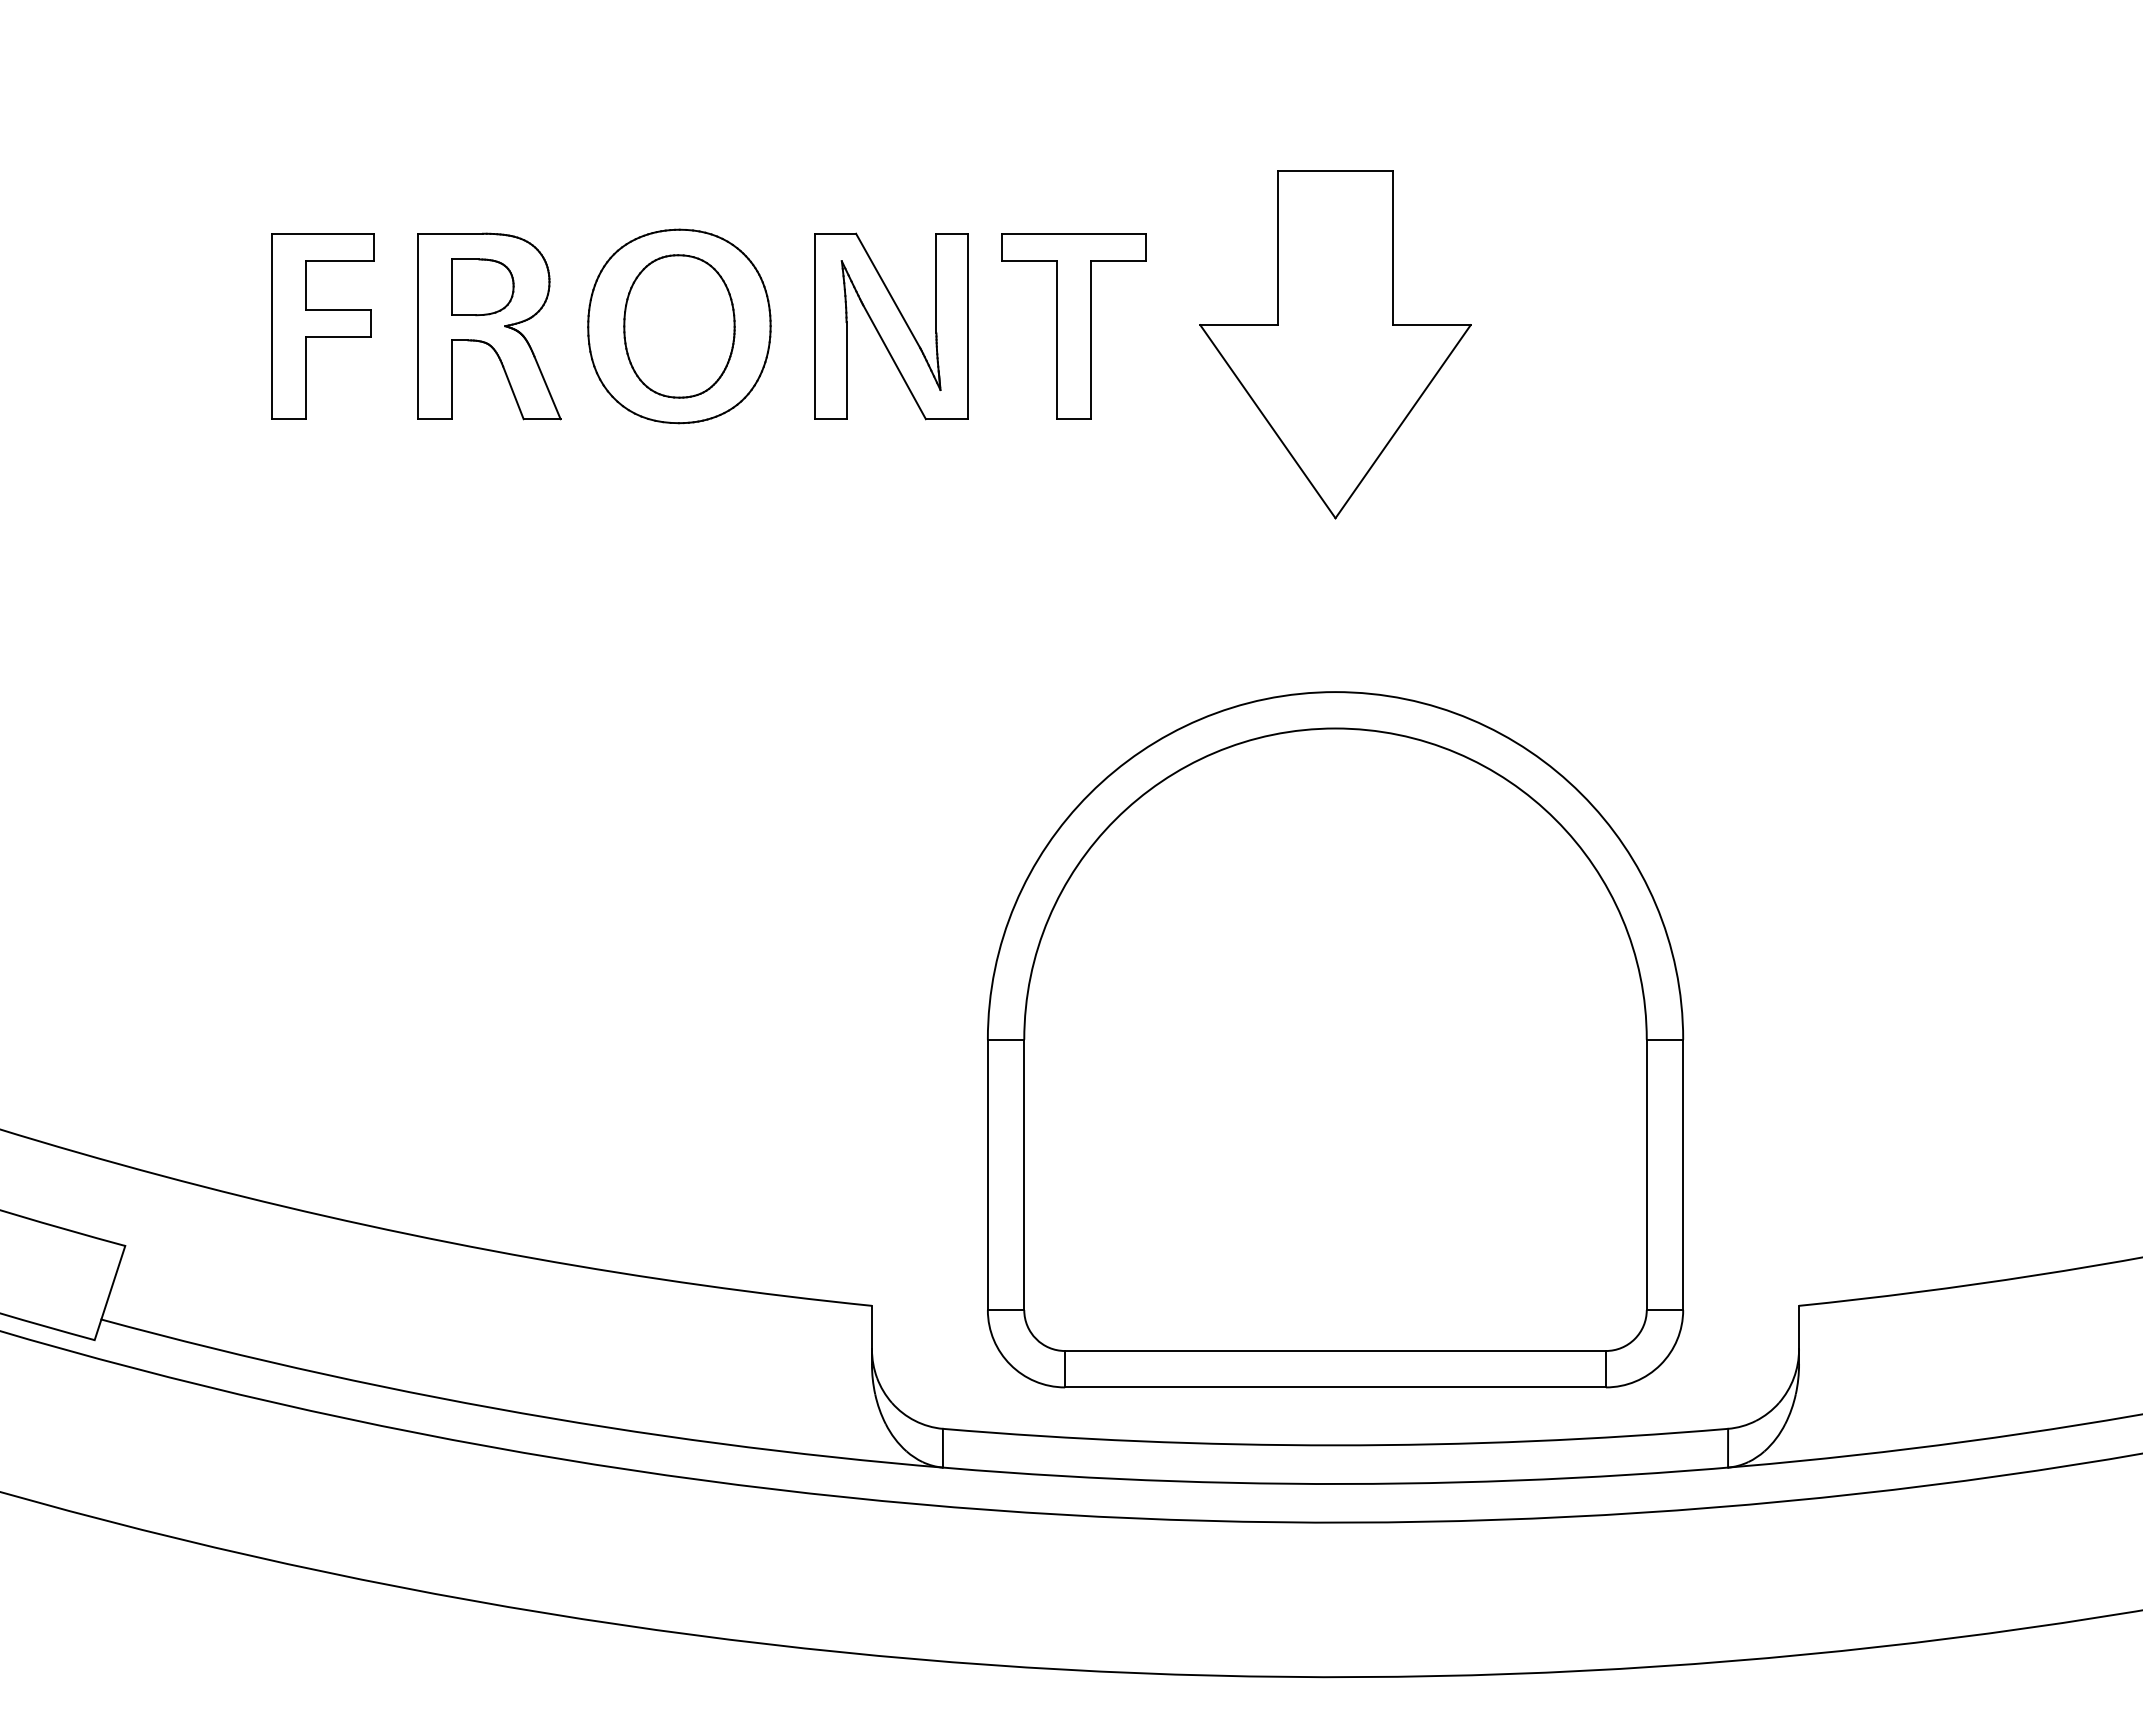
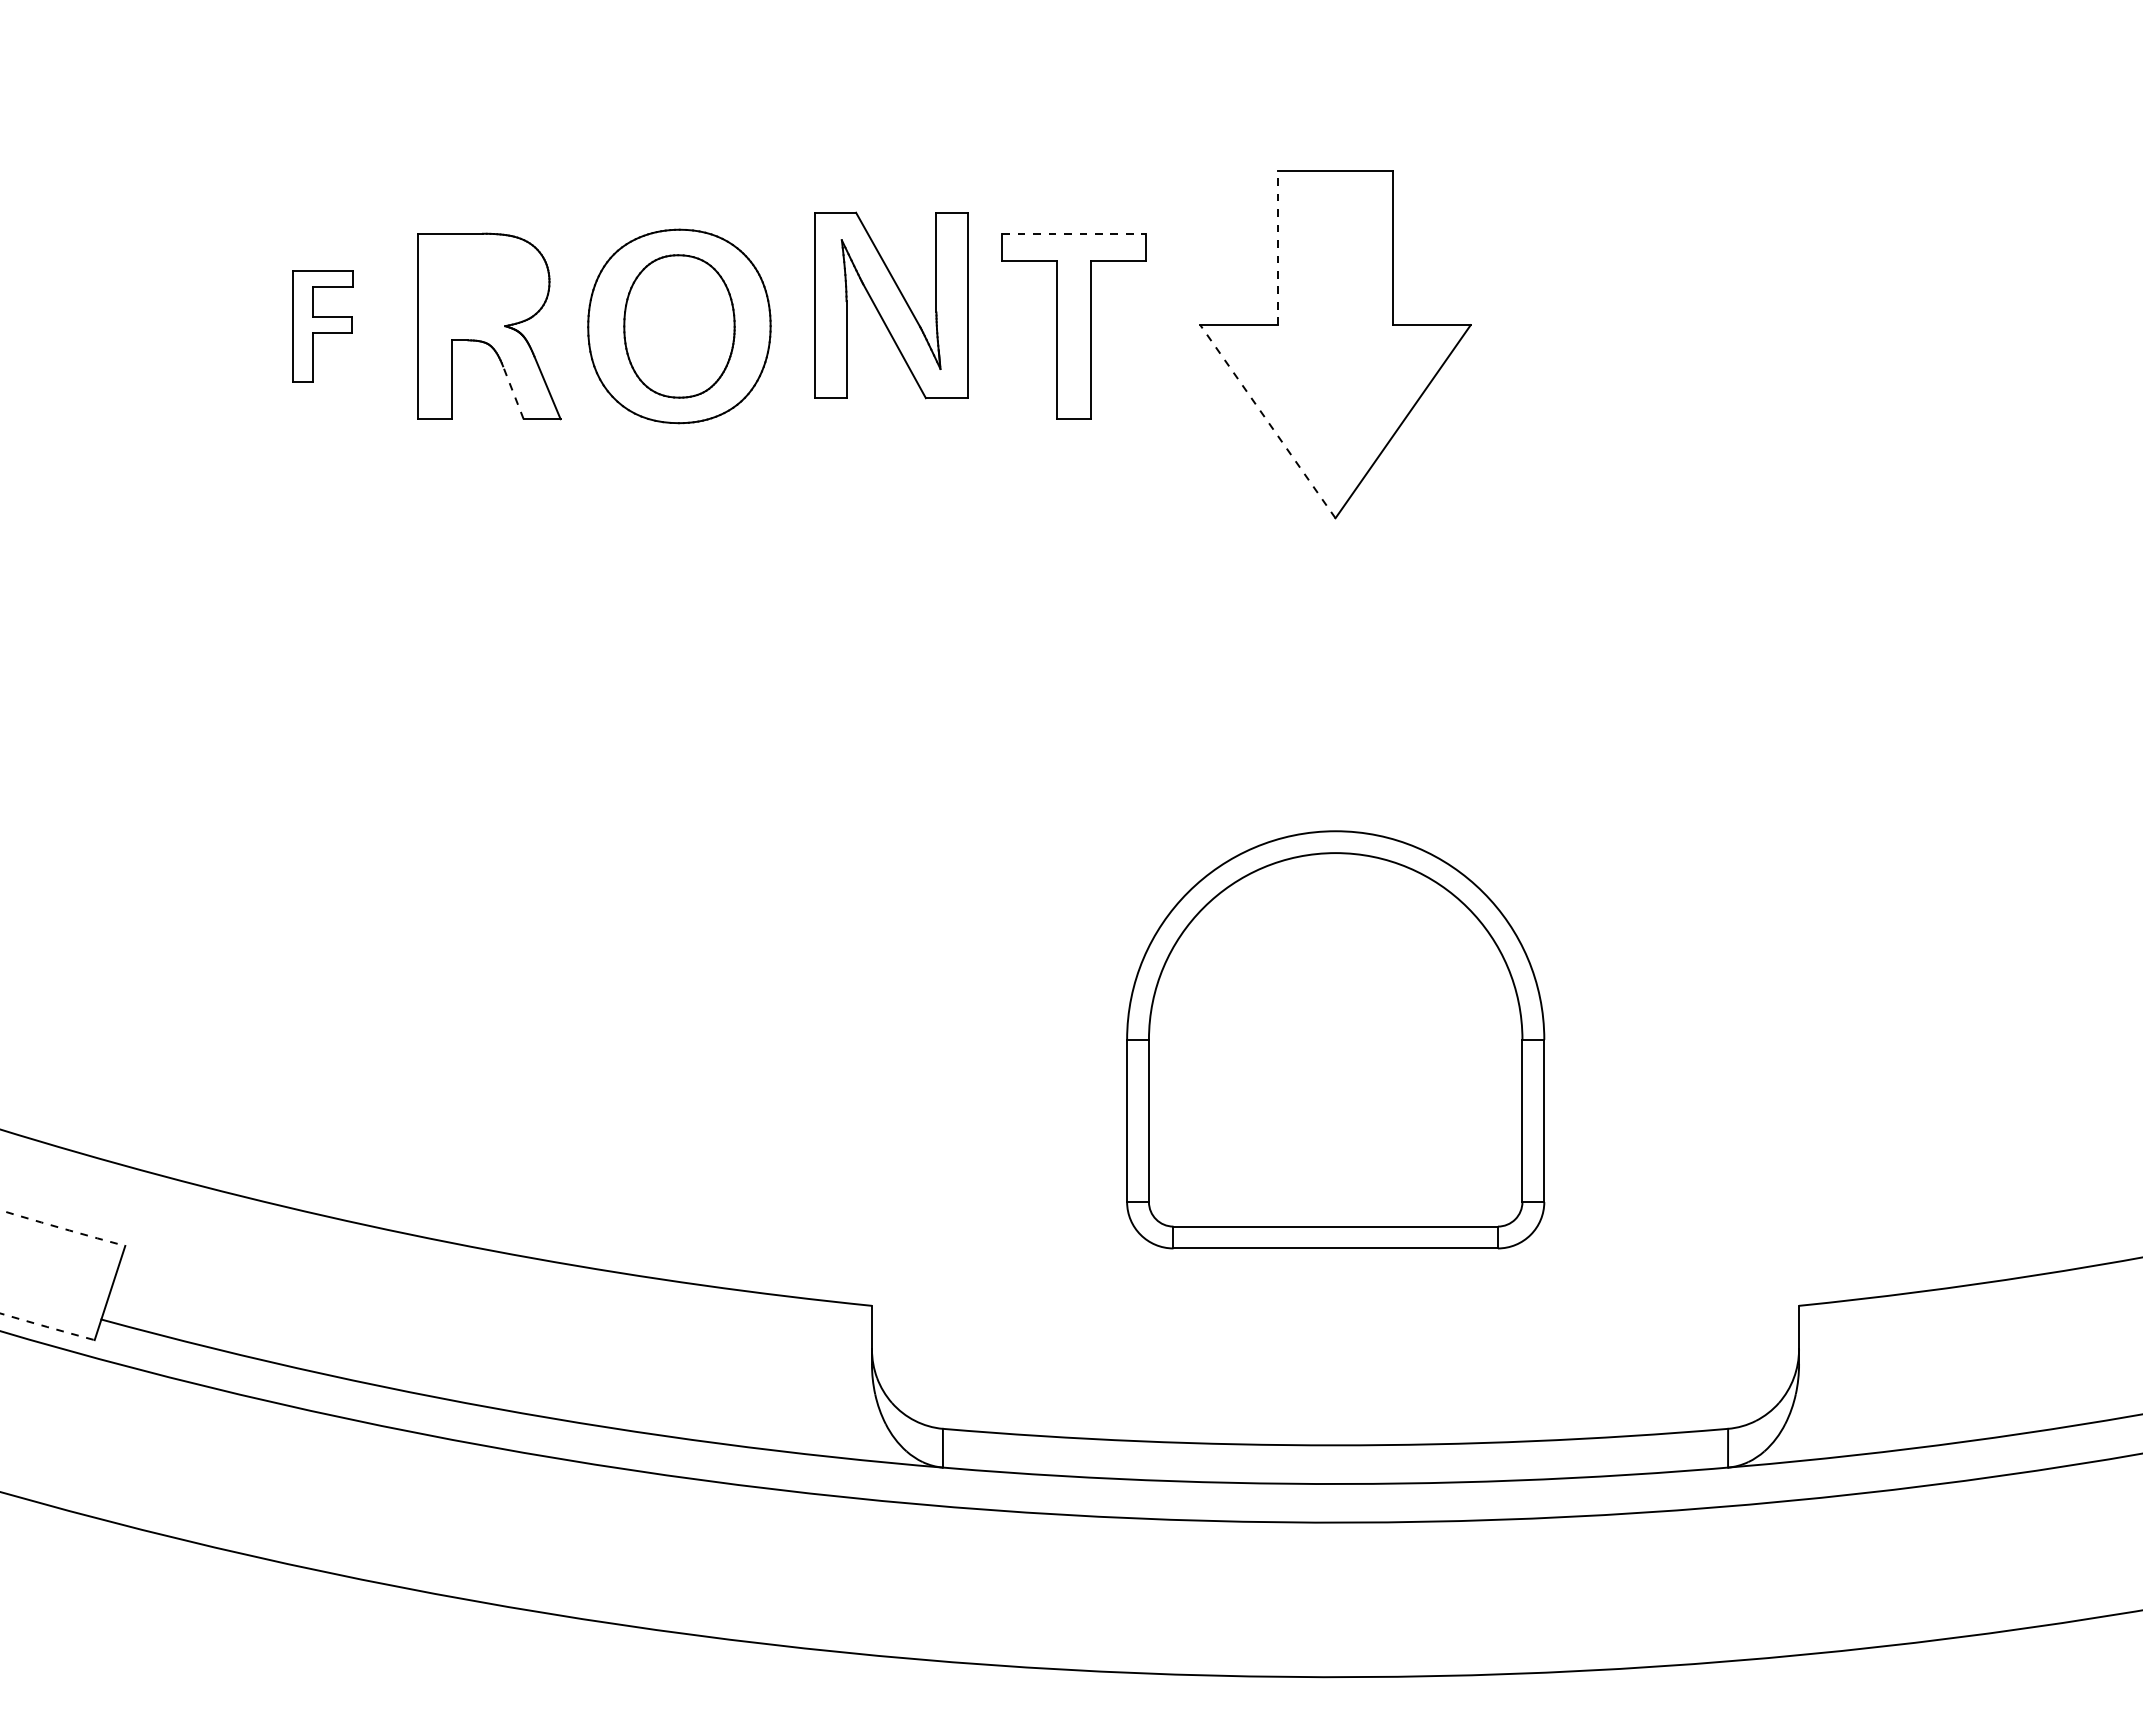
line at (1074, 233): solid -> dashed
line at (1277, 247): solid -> dashed
part at (482, 287): present -> none
part at (322, 326) size: 104x187 px -> 62x113 px
part at (891, 326) position: (891, 326) -> (891, 305)
line at (513, 392): solid -> dashed
line at (1267, 421): solid -> dashed
part at (1335, 1039) size: 698x698 px -> 420x420 px
arc at (62, 1228): solid -> dashed
arc at (47, 1326): solid -> dashed
